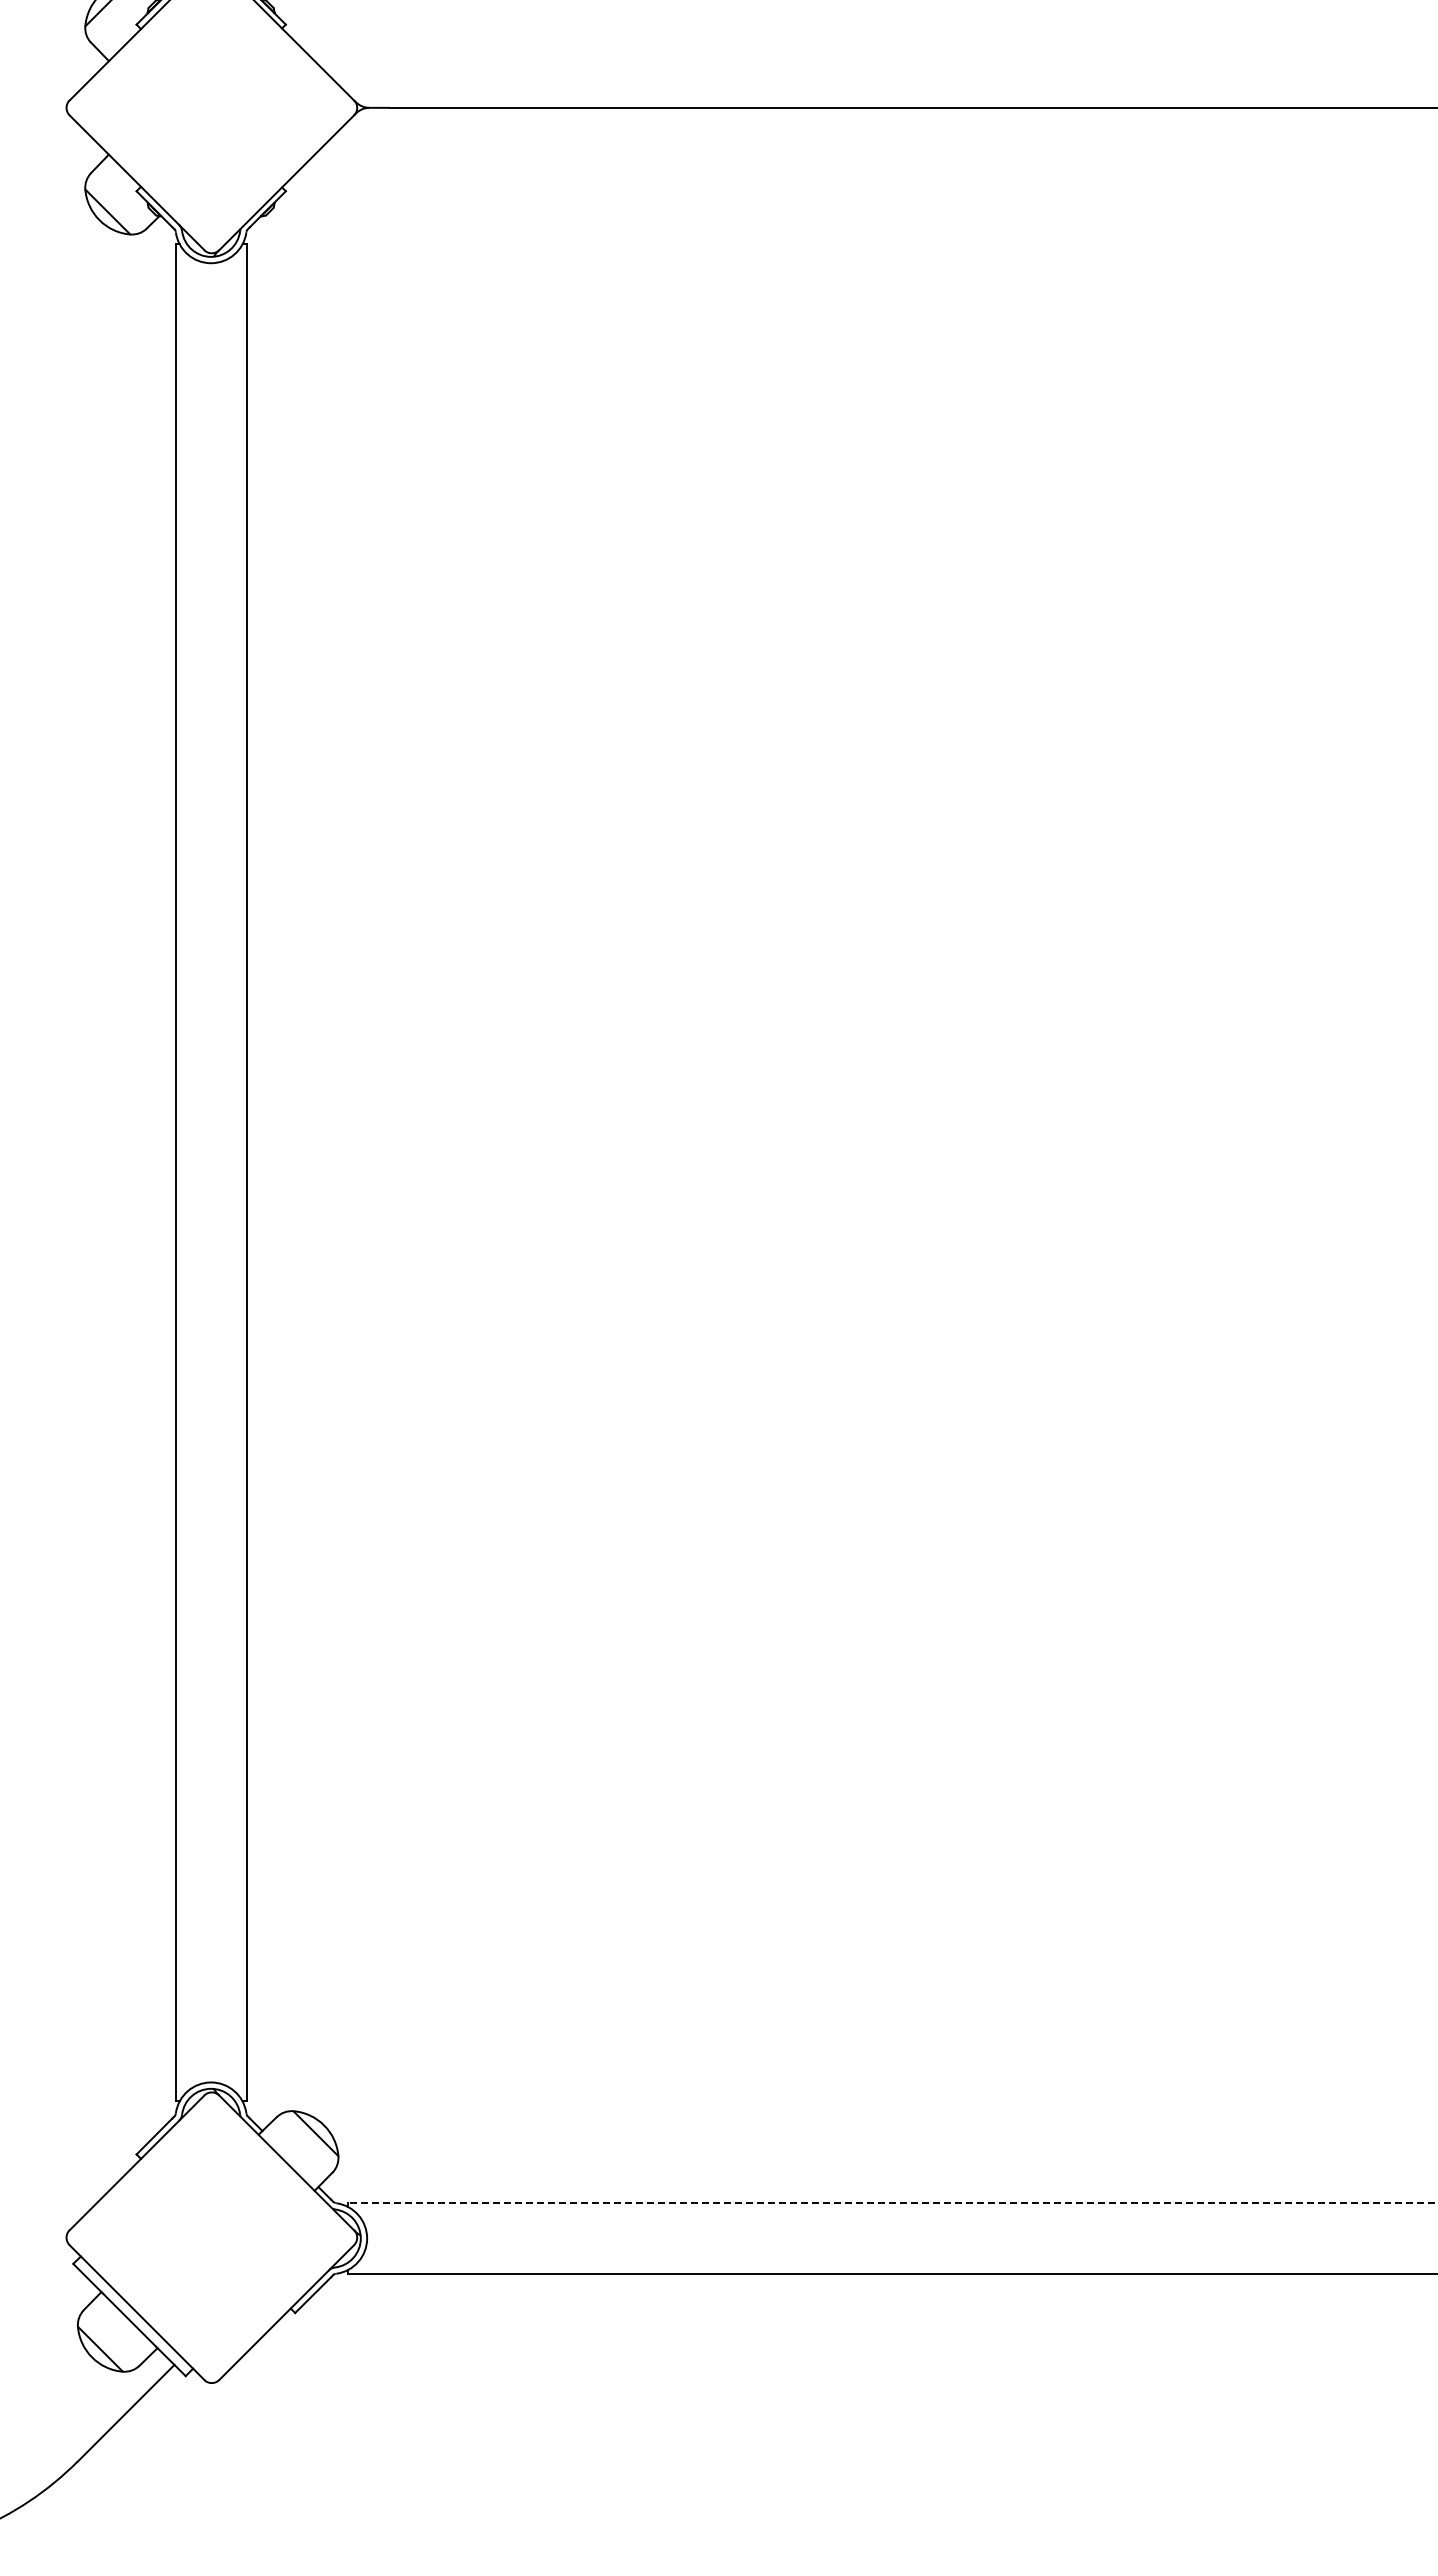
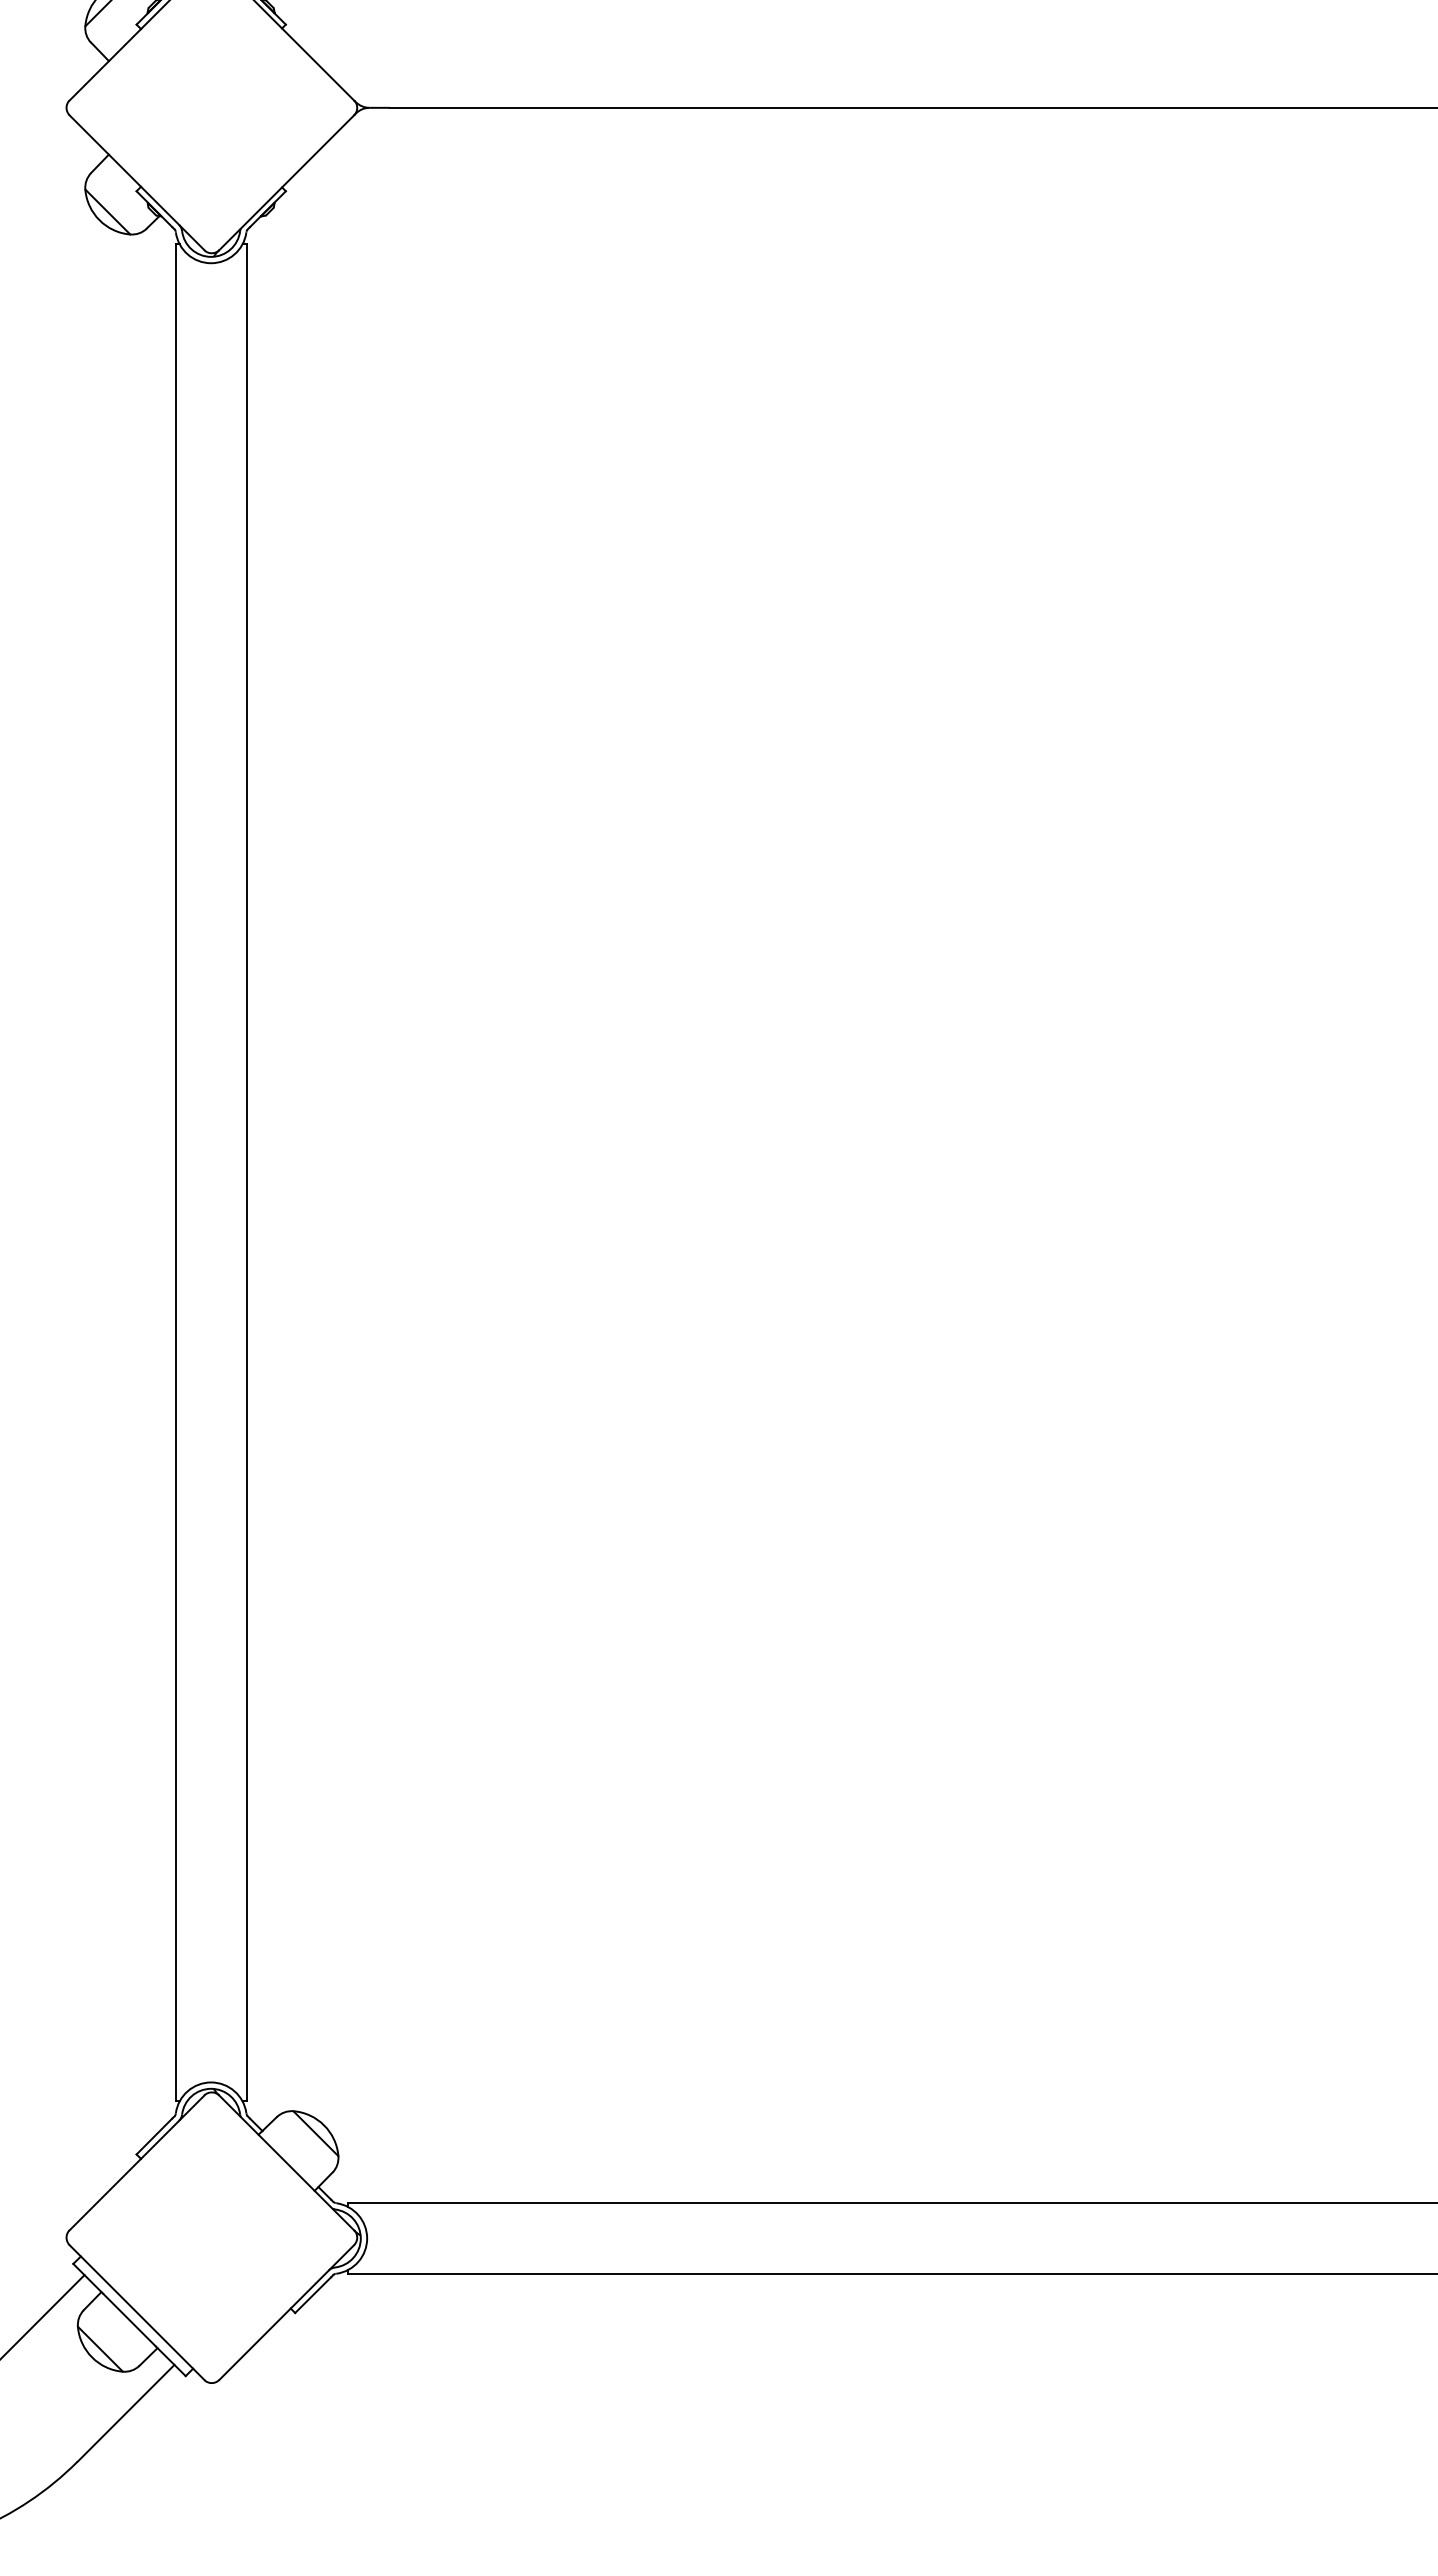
line at (892, 2202): dashed -> solid
line at (43, 2316): none -> present
